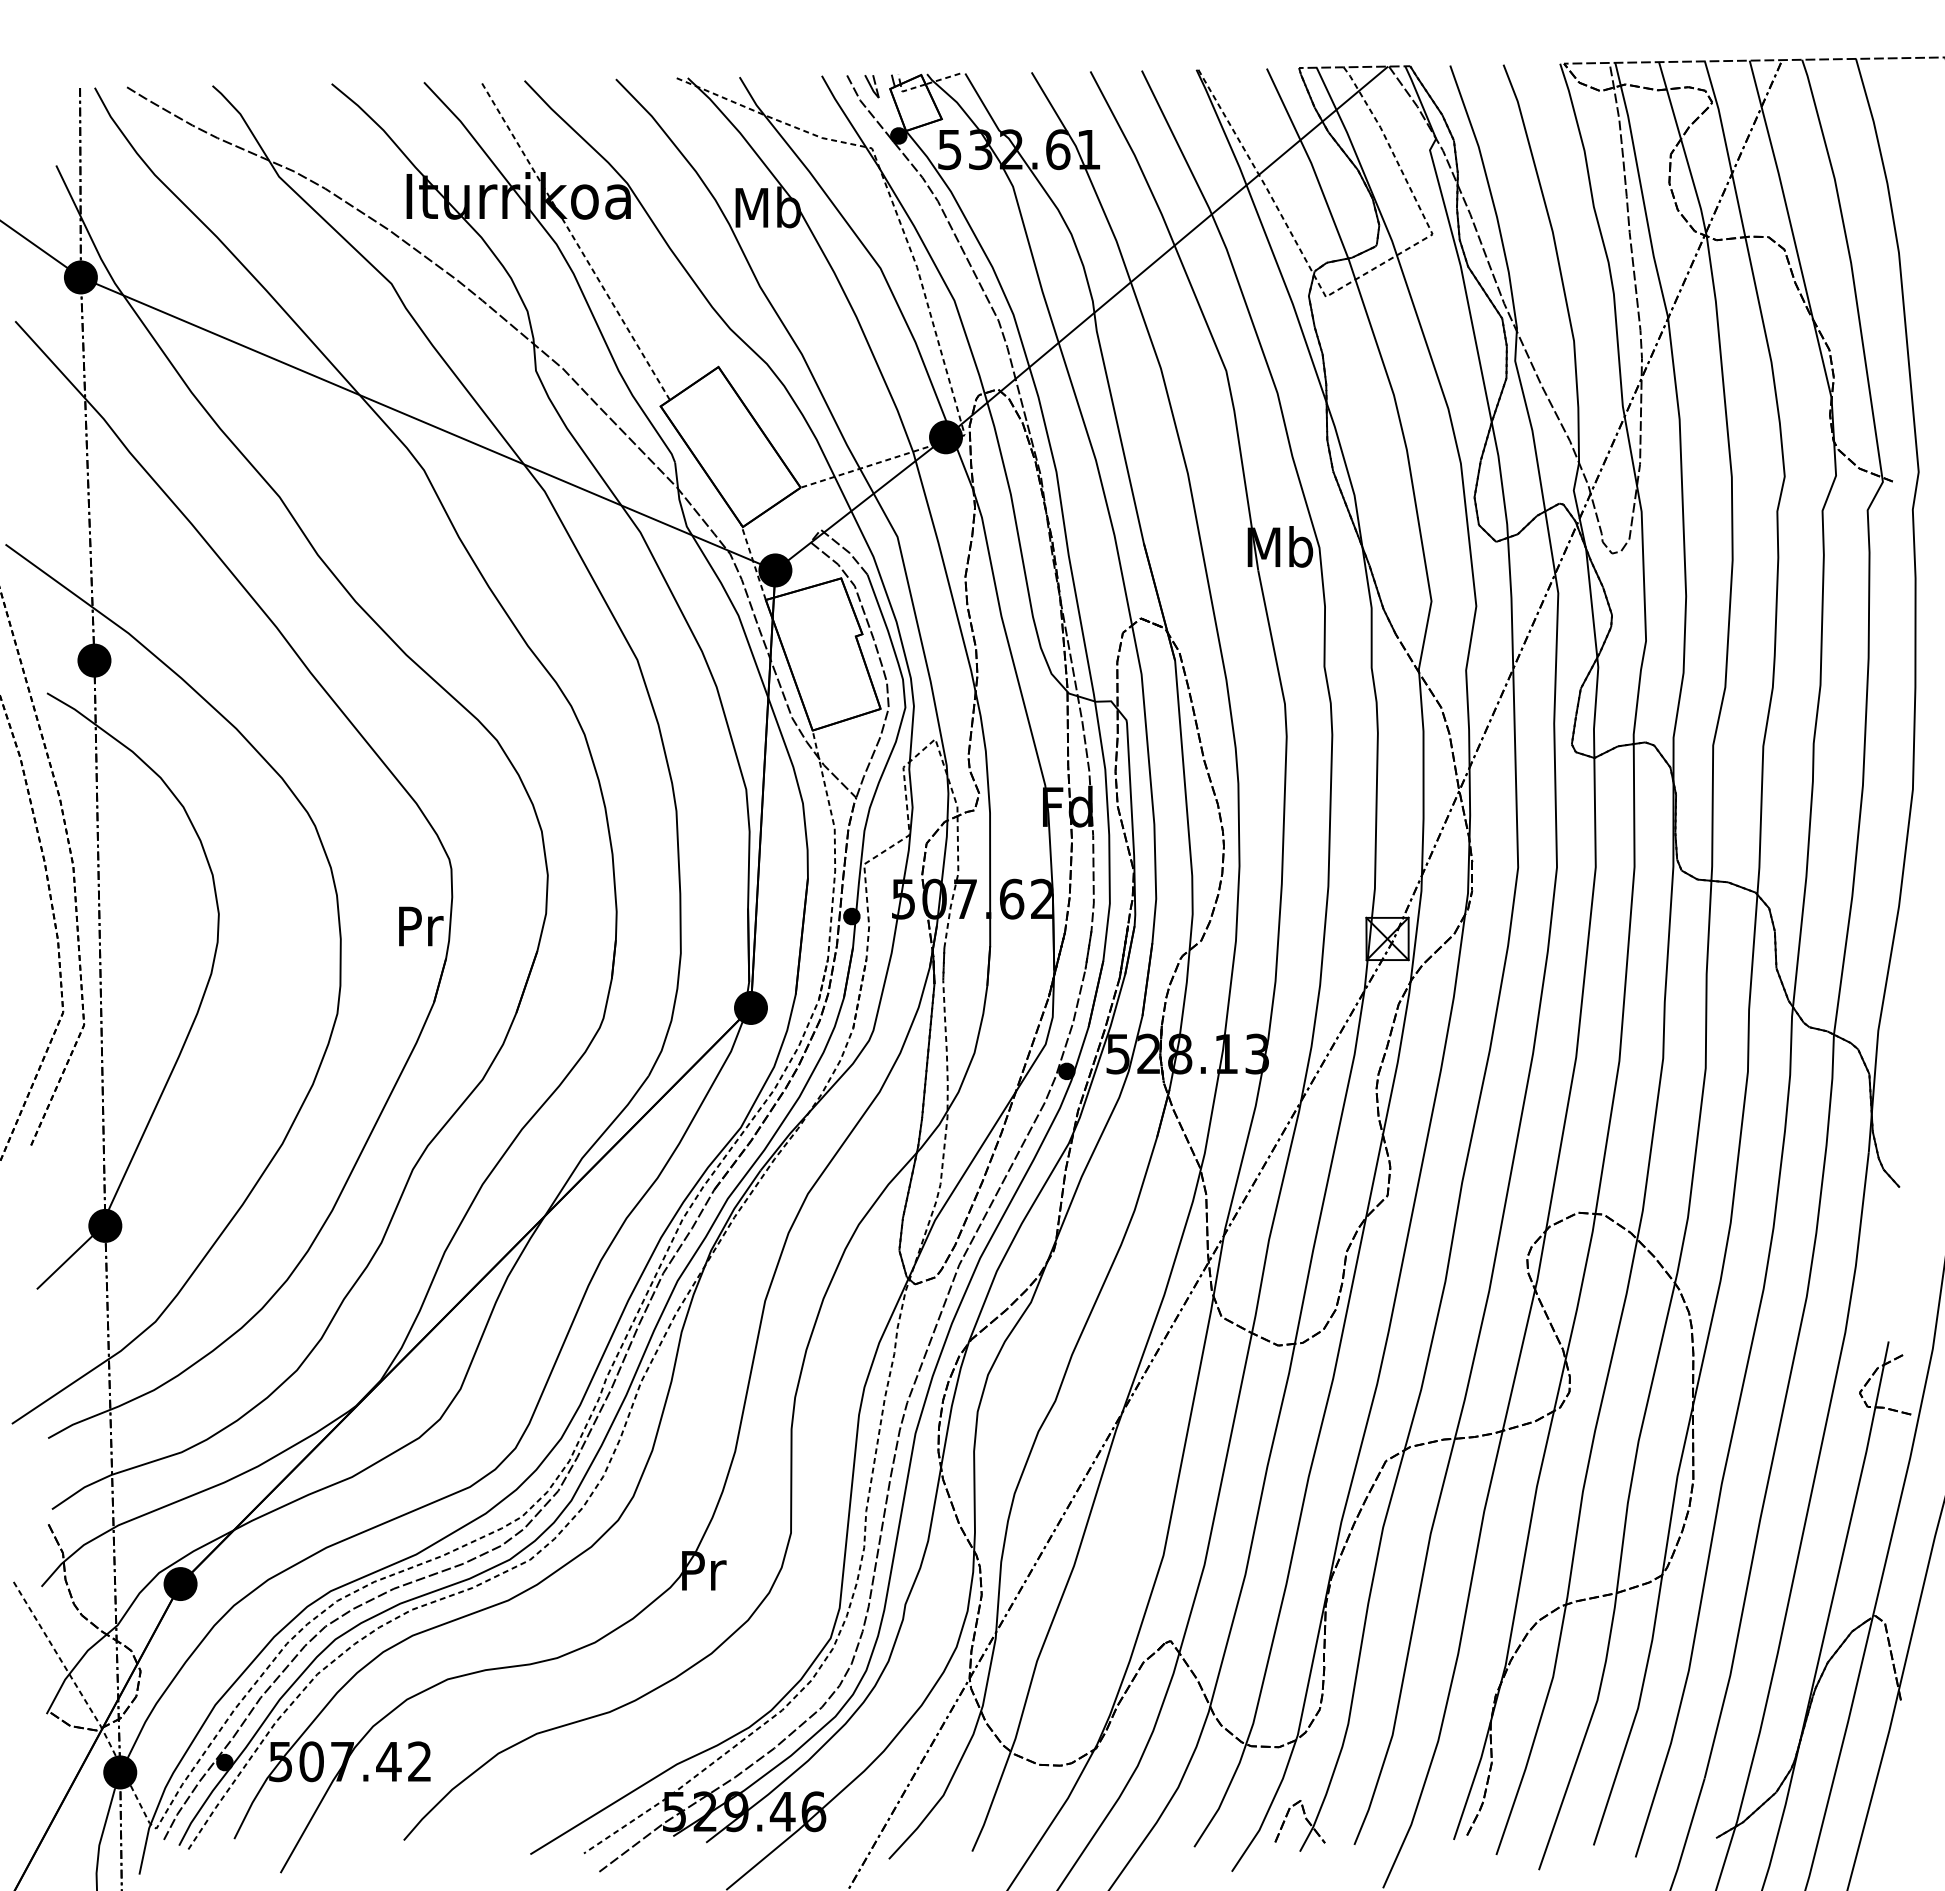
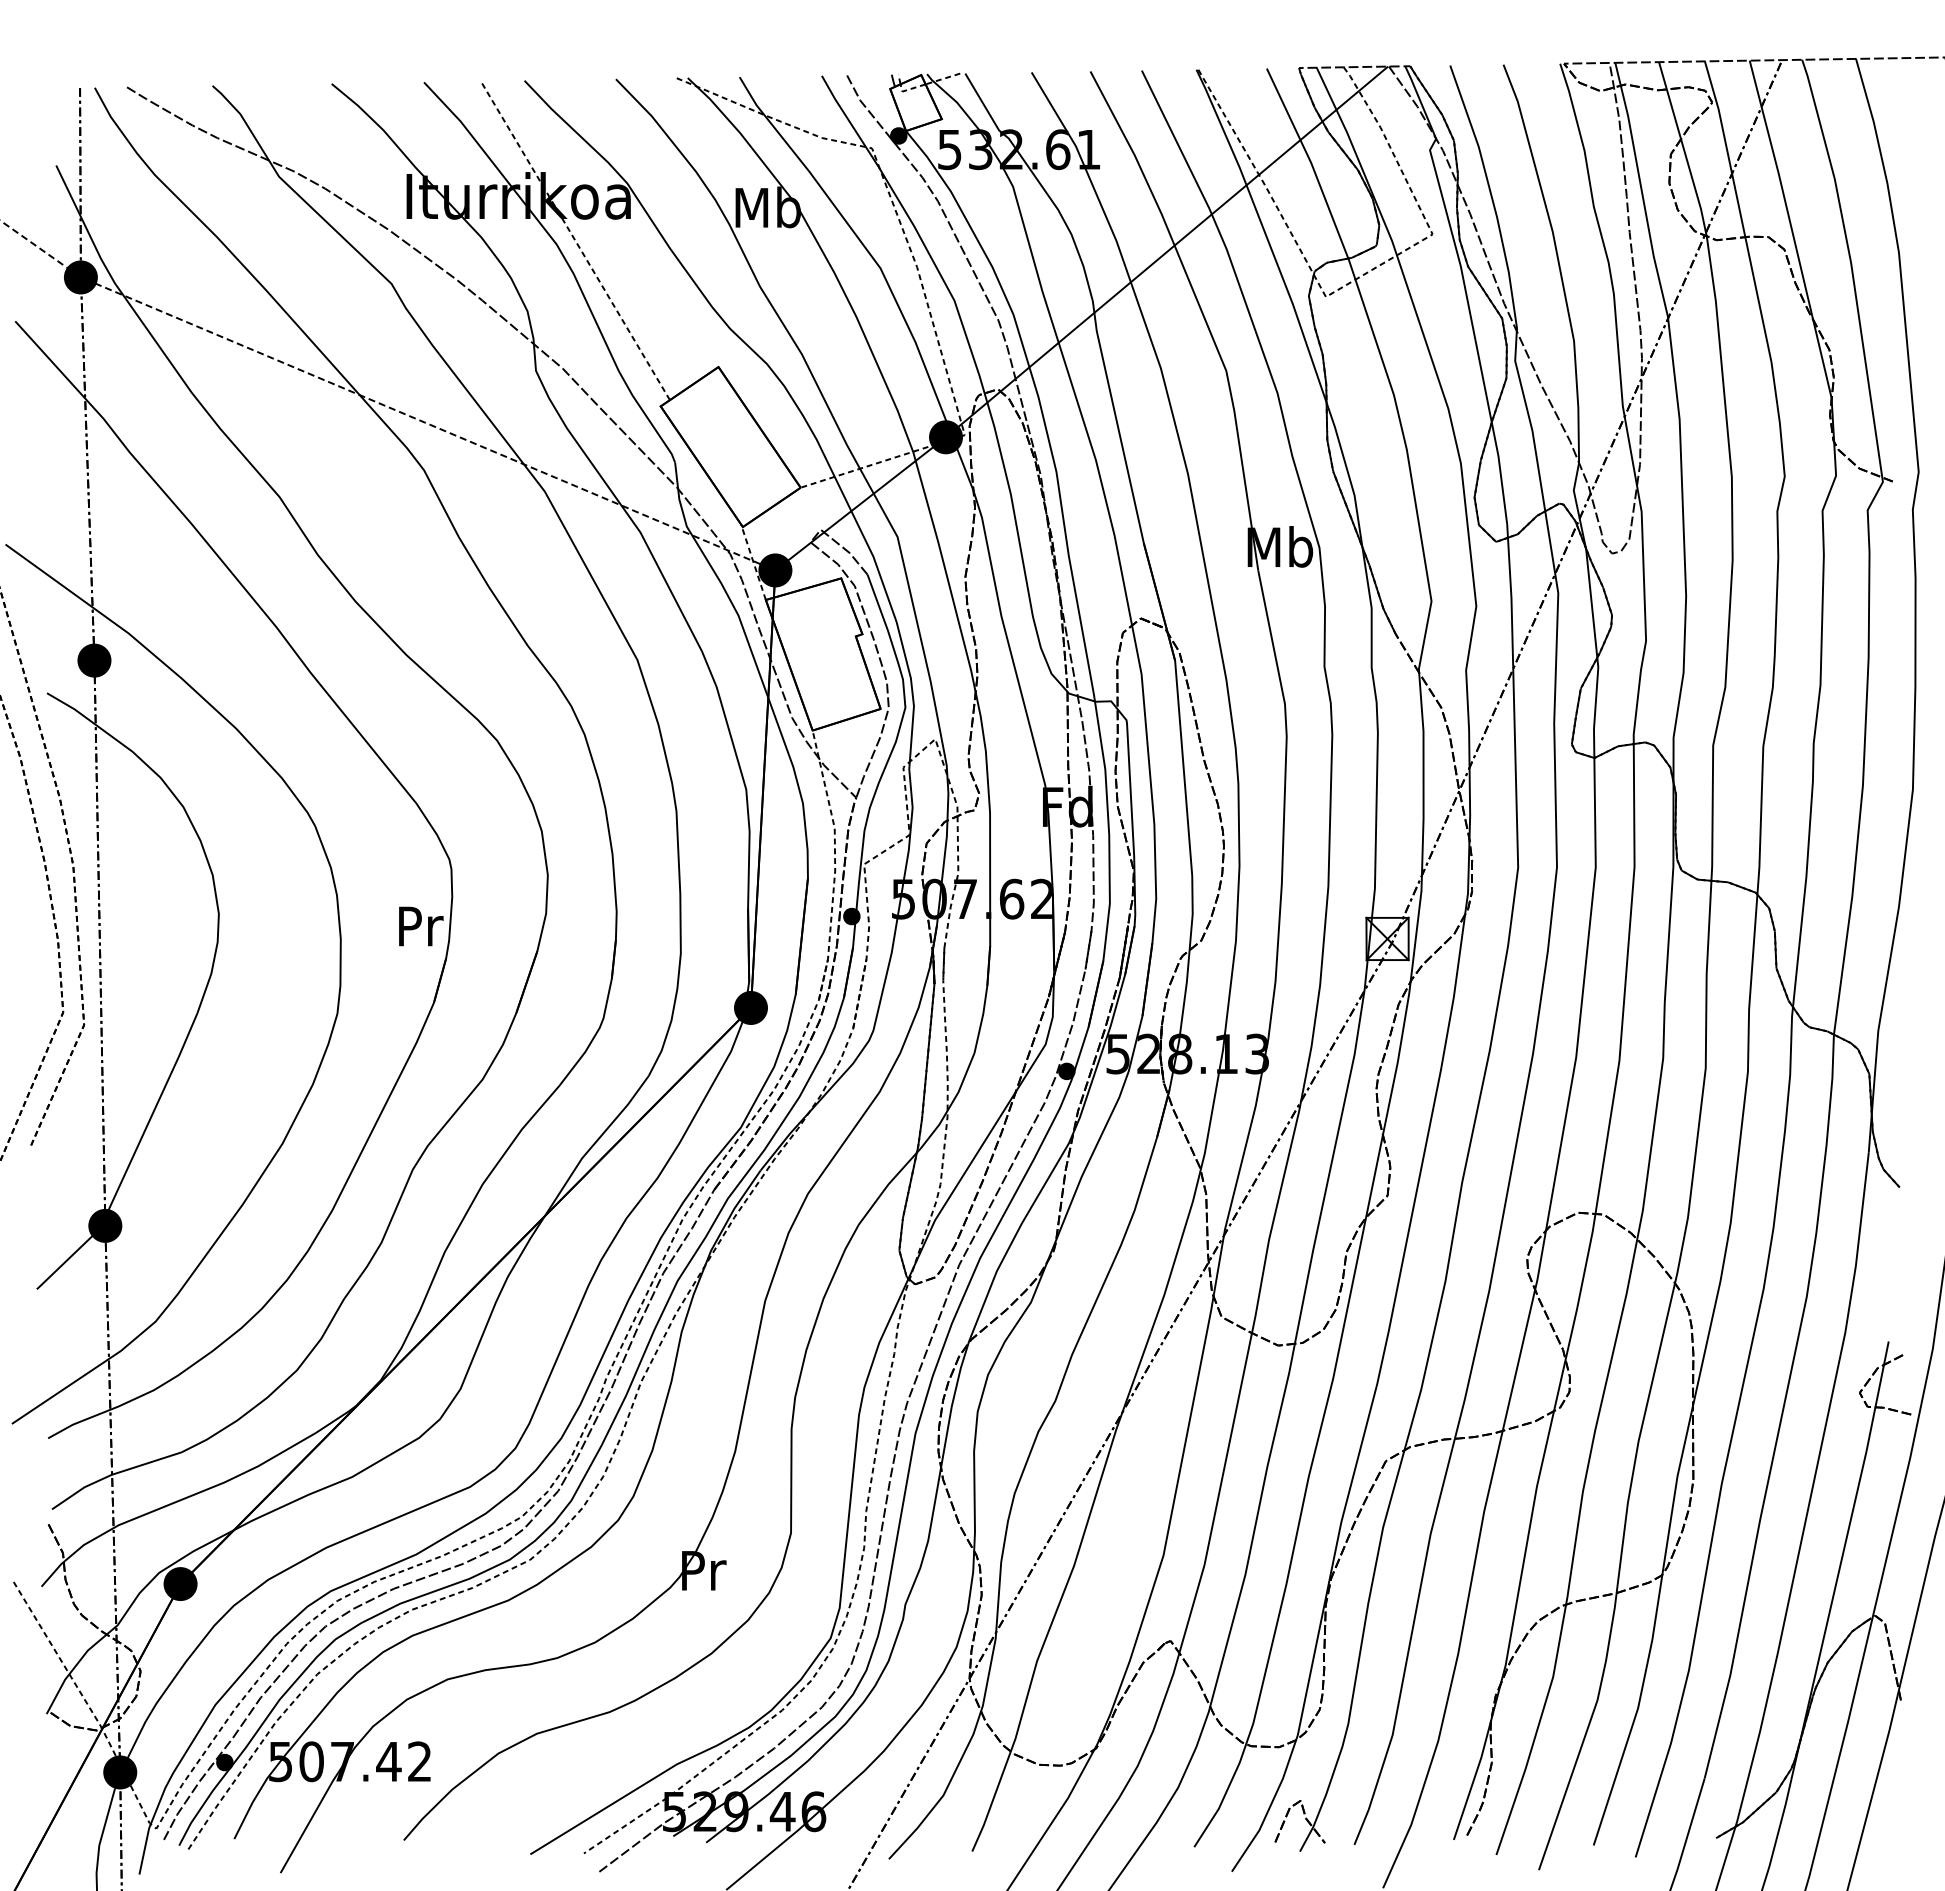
part at (871, 86): present -> none
line at (382, 404): solid -> dashed
